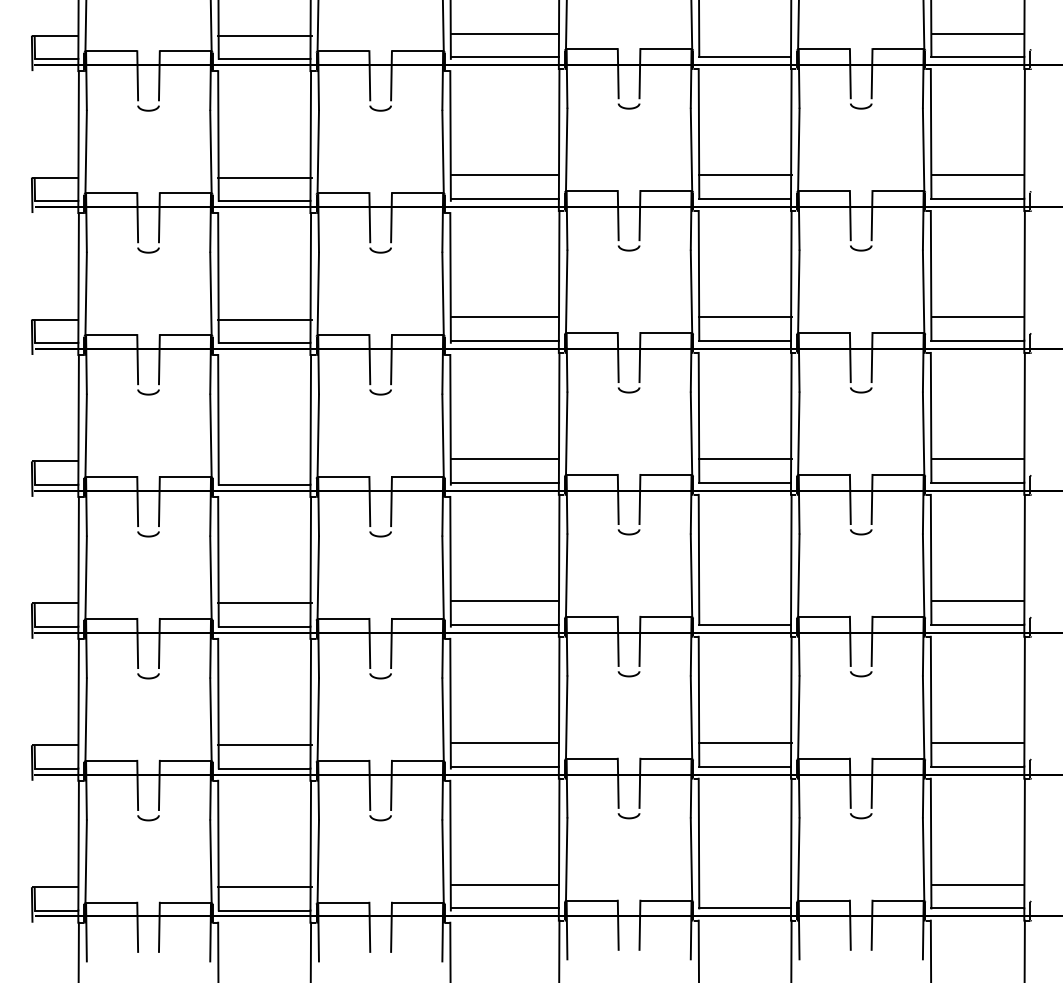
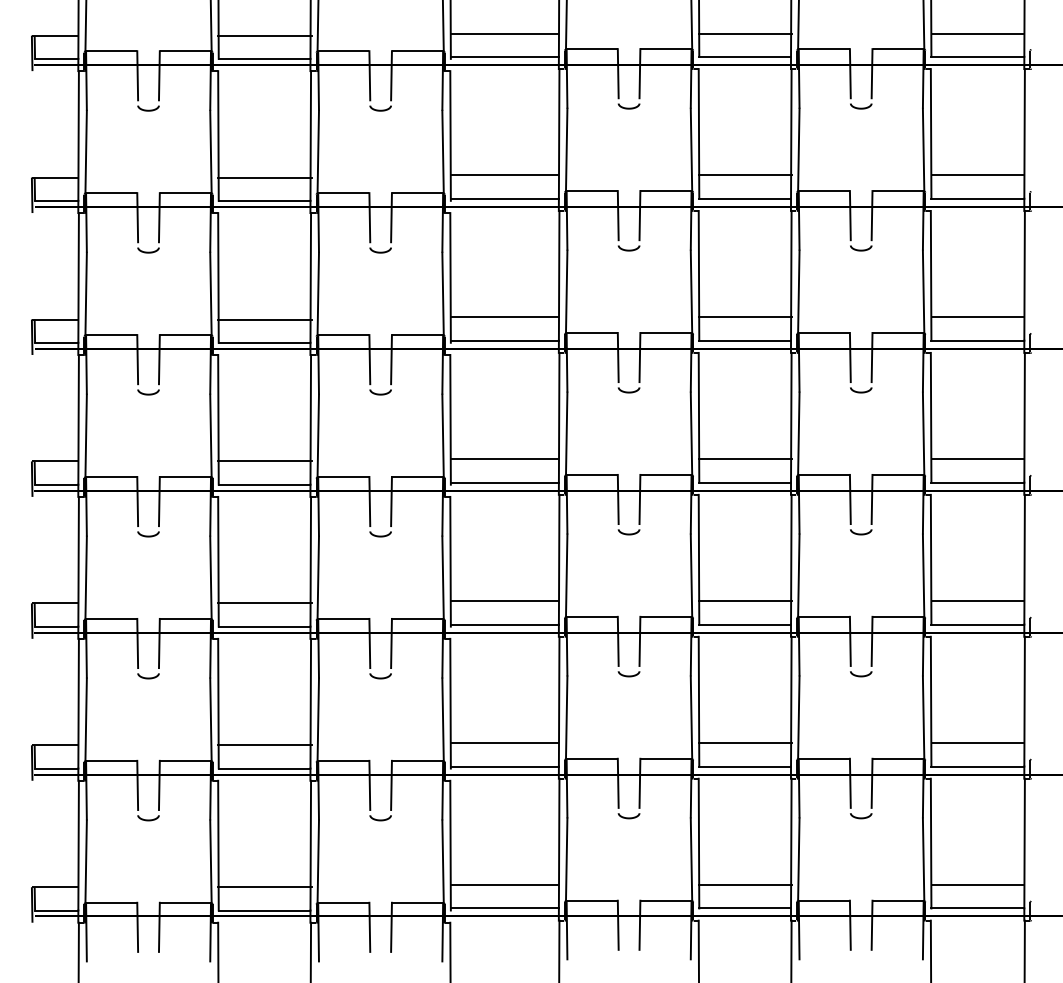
line at (745, 33): none -> present
line at (264, 461): none -> present
line at (745, 601): none -> present
line at (745, 885): none -> present
